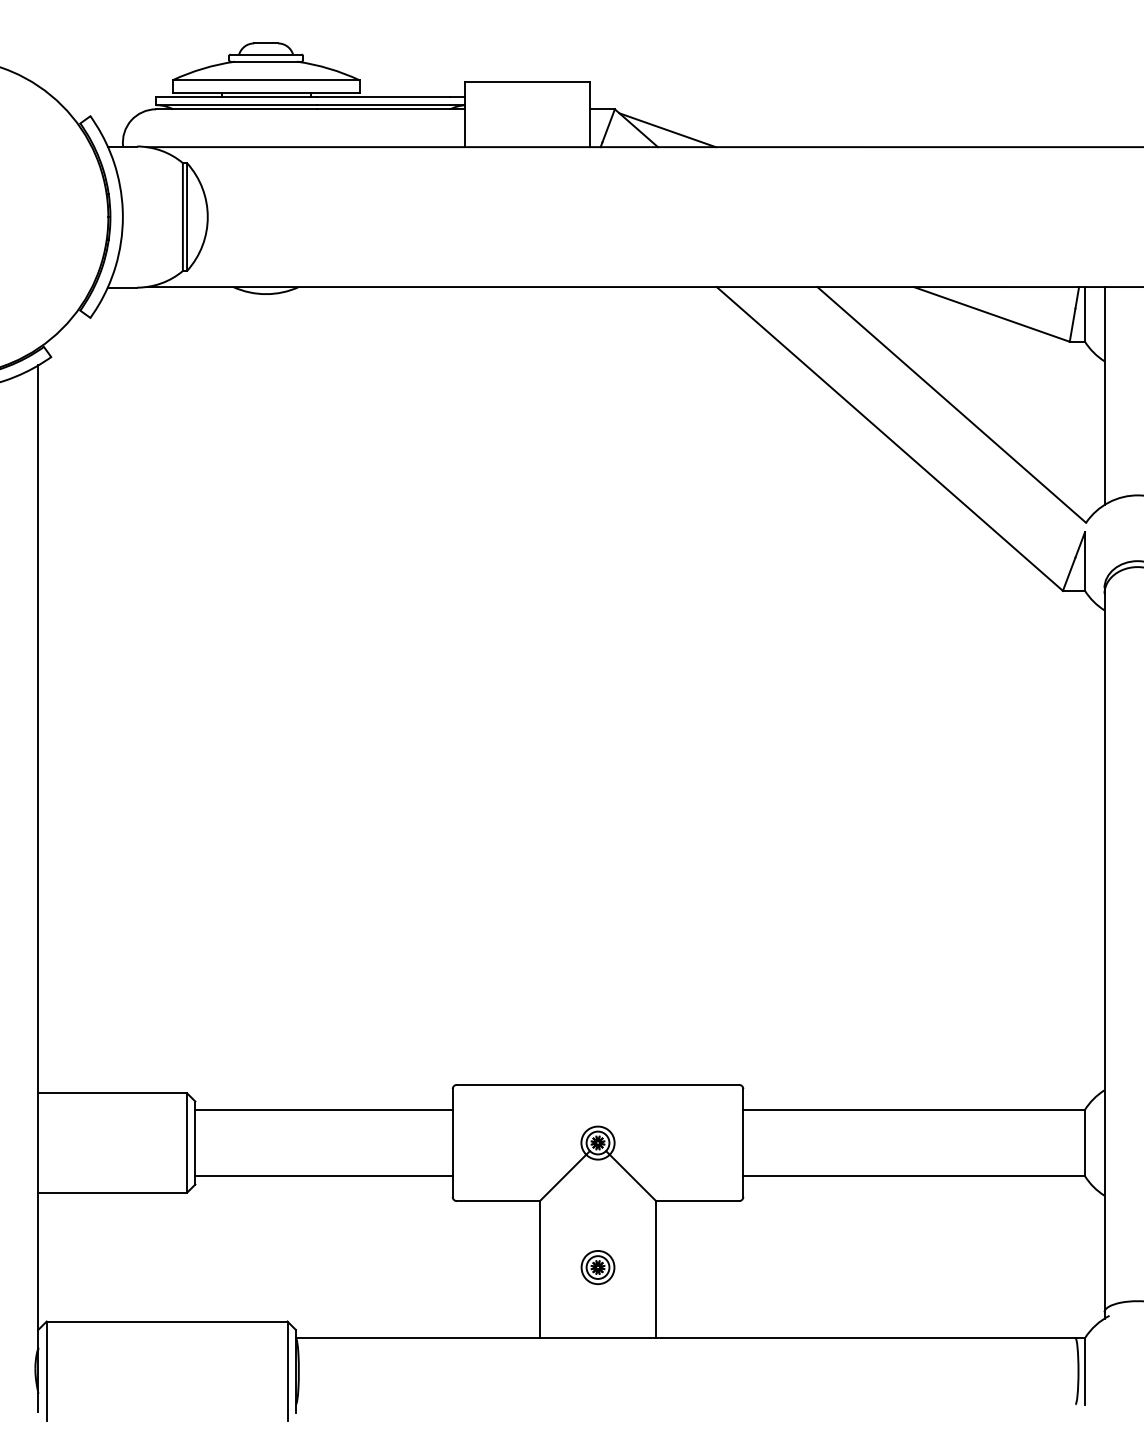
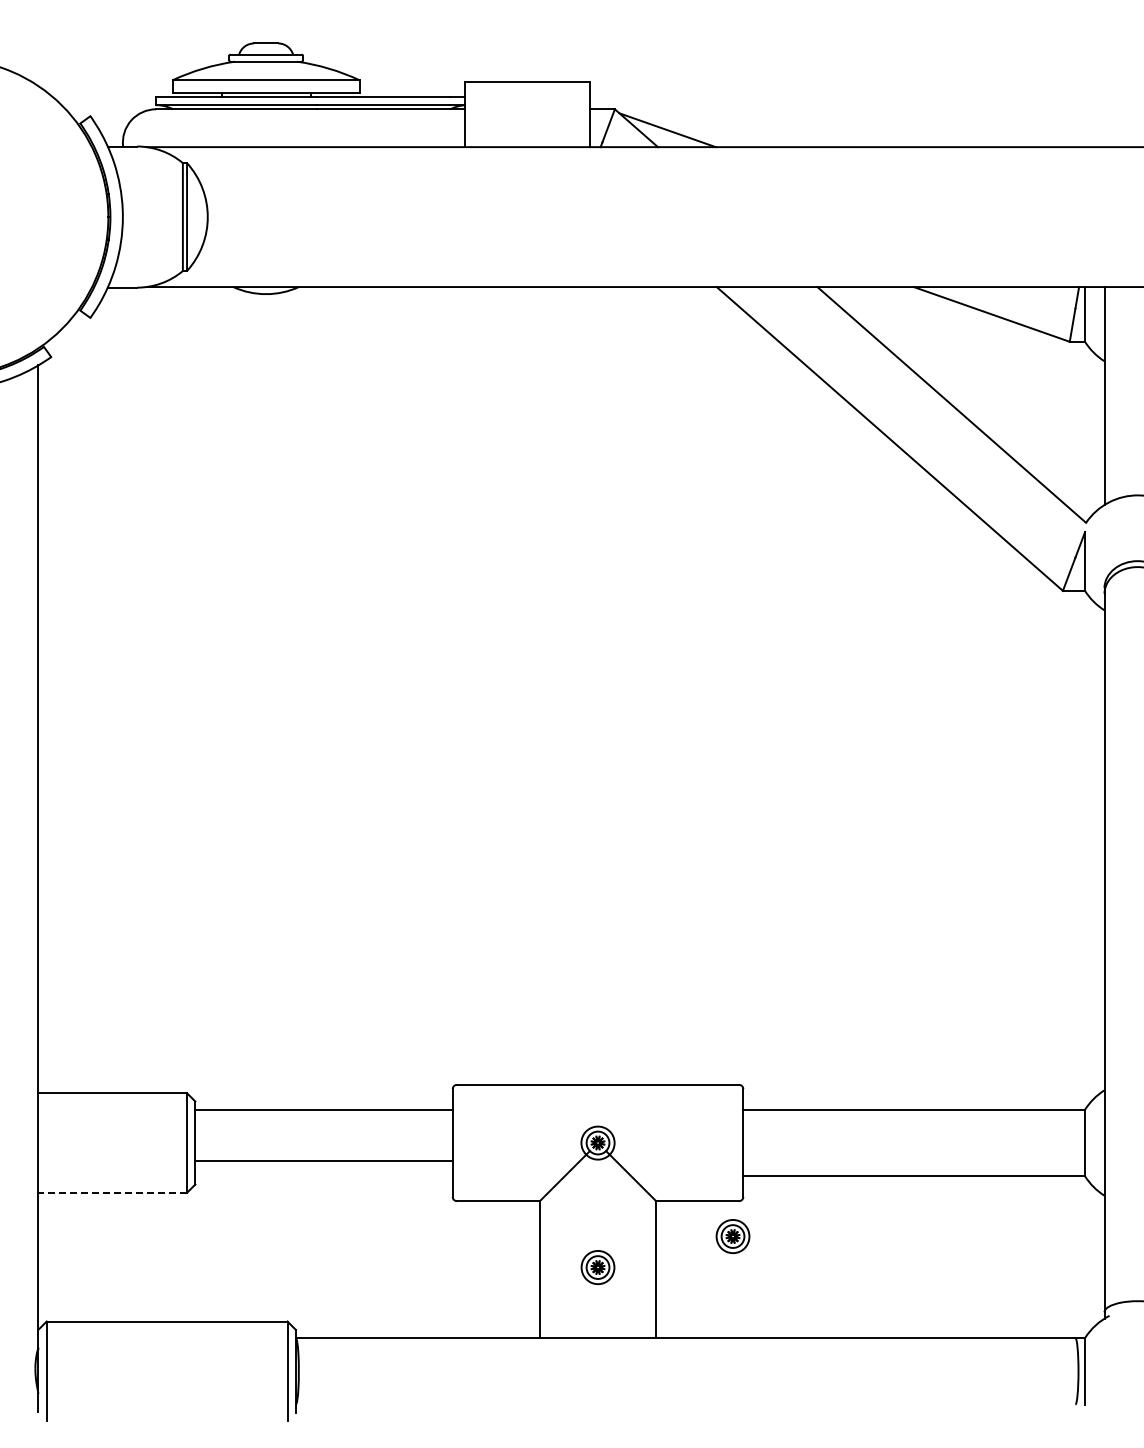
line at (323, 1176) position: (323, 1176) -> (323, 1161)
line at (112, 1192): solid -> dashed
part at (732, 1236): none -> present
